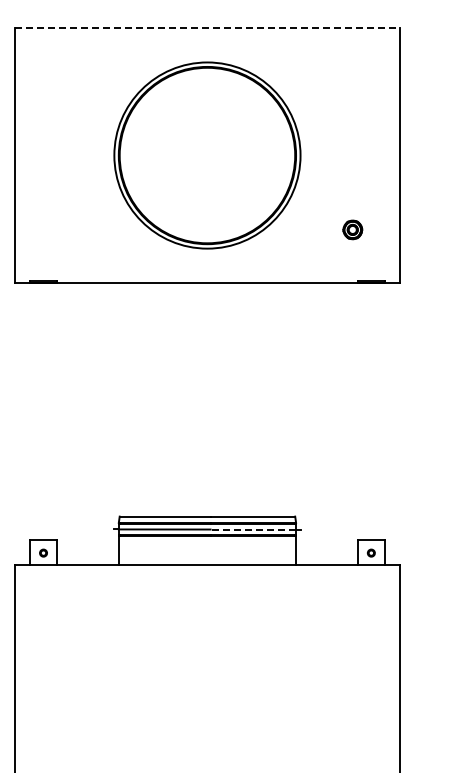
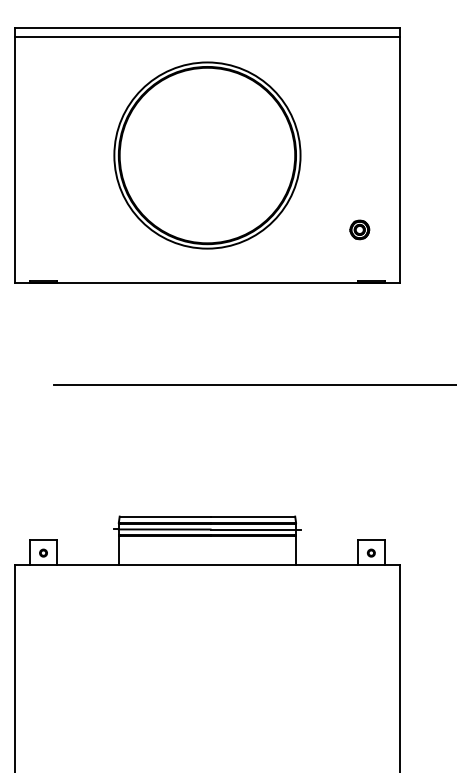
line at (207, 27): dashed -> solid
line at (207, 36): none -> present
part at (352, 229) position: (352, 229) -> (359, 229)
line at (253, 384): none -> present
line at (253, 529): dashed -> solid
